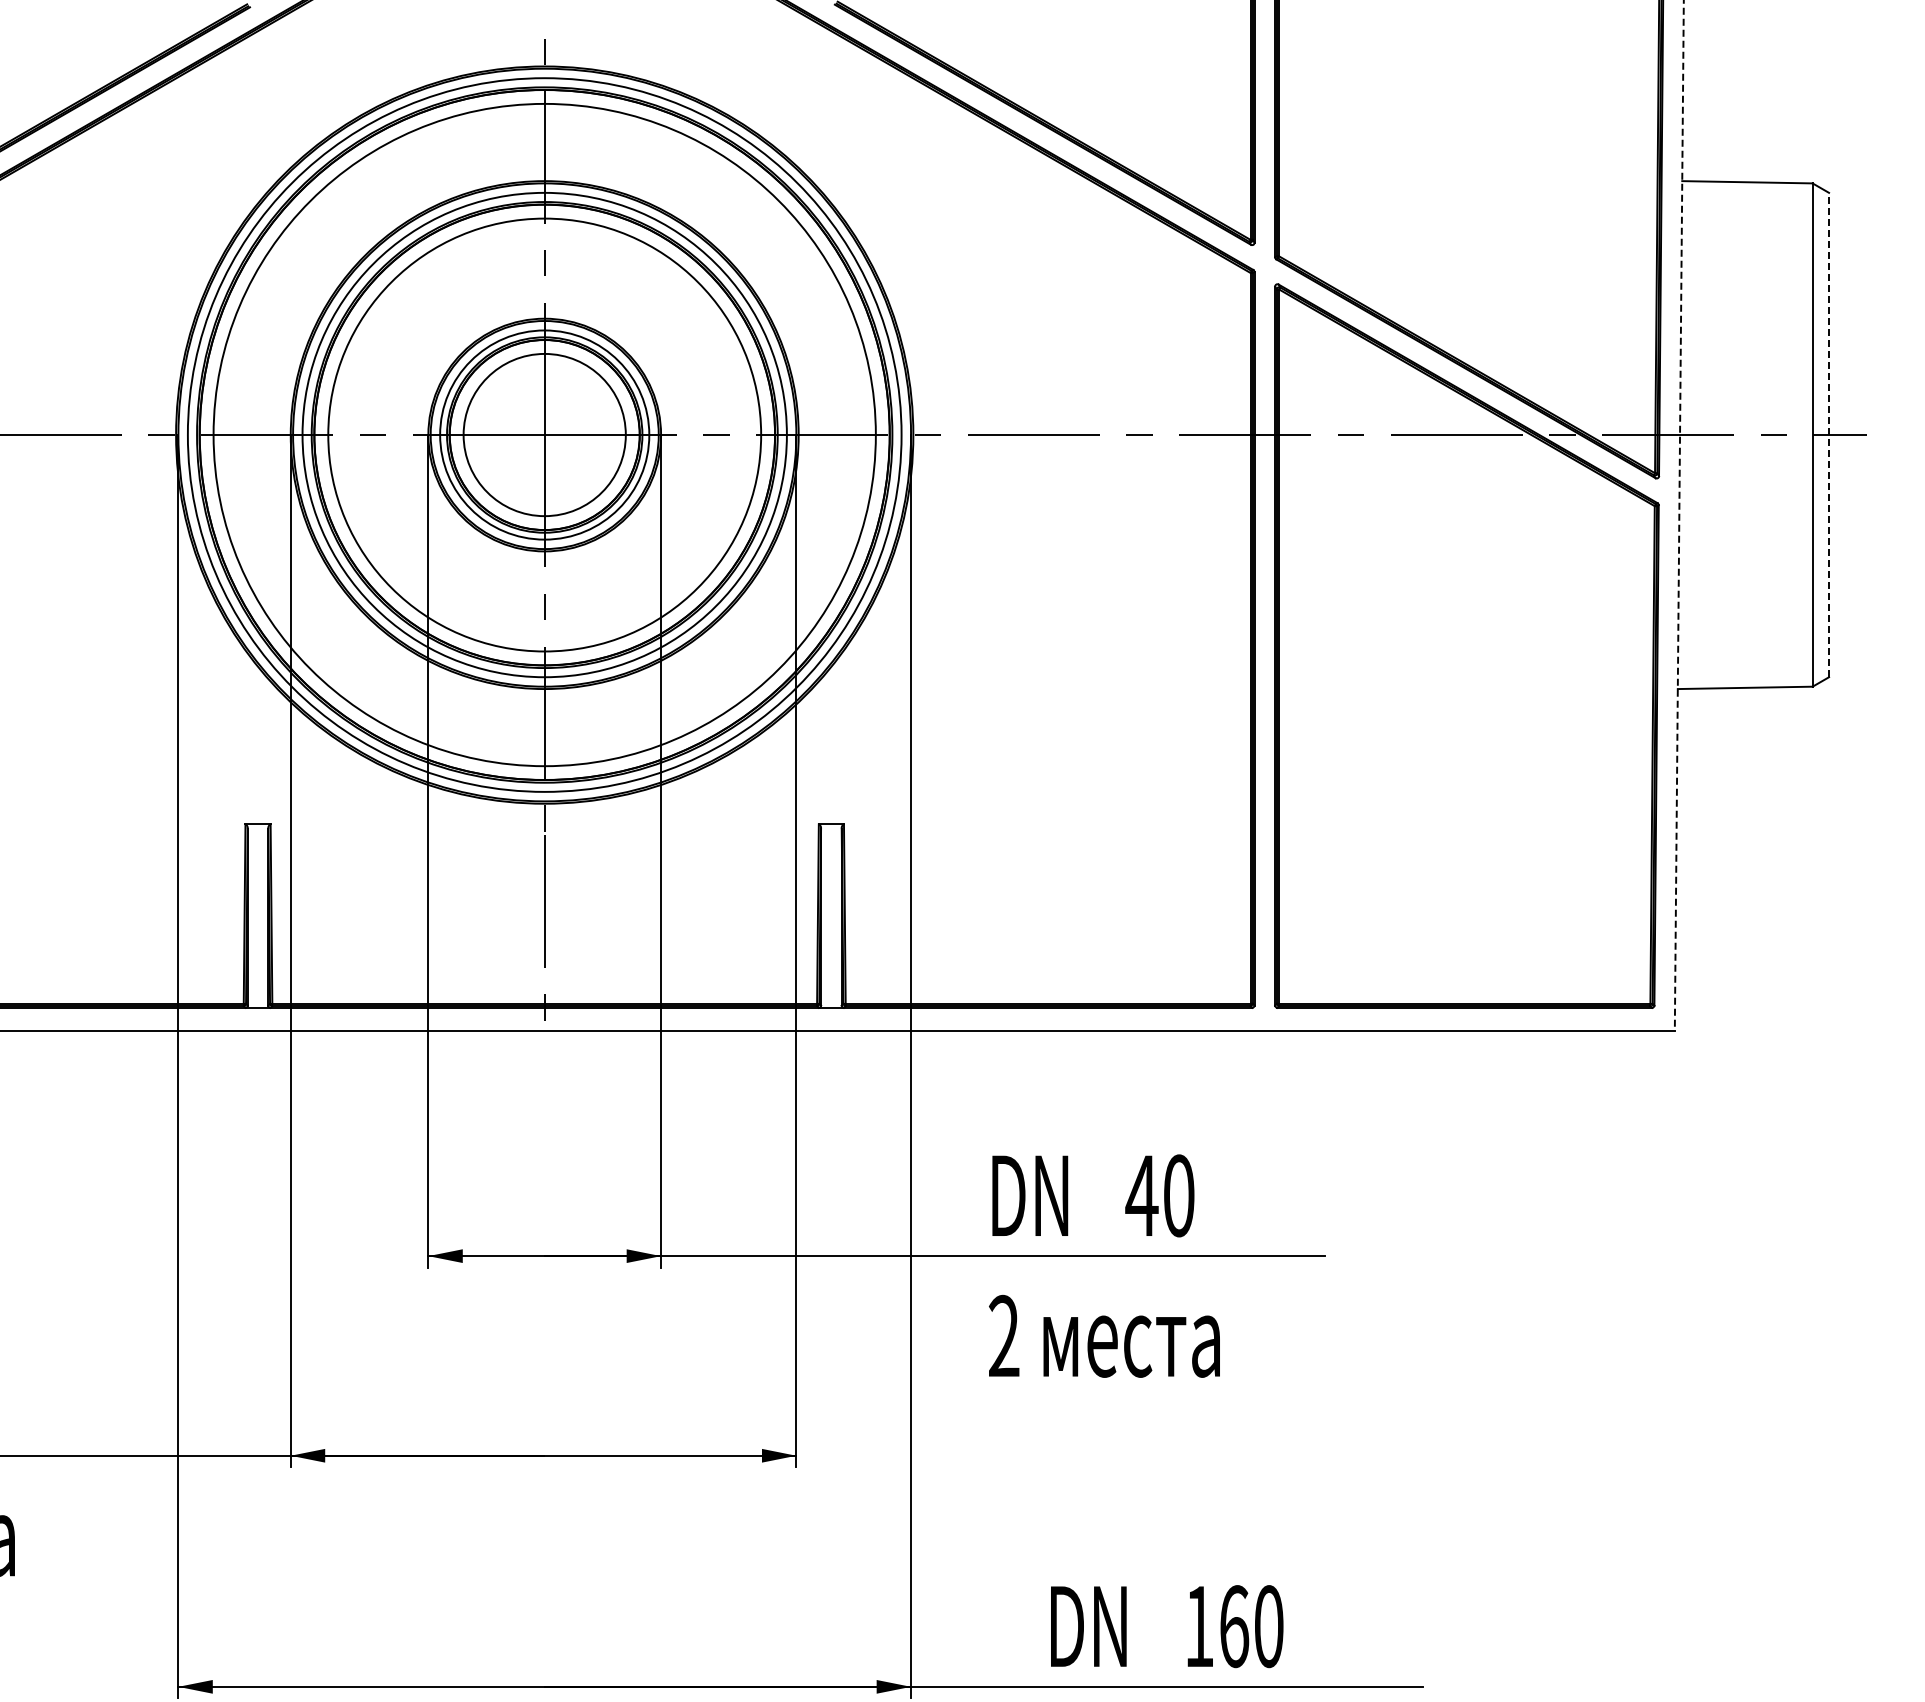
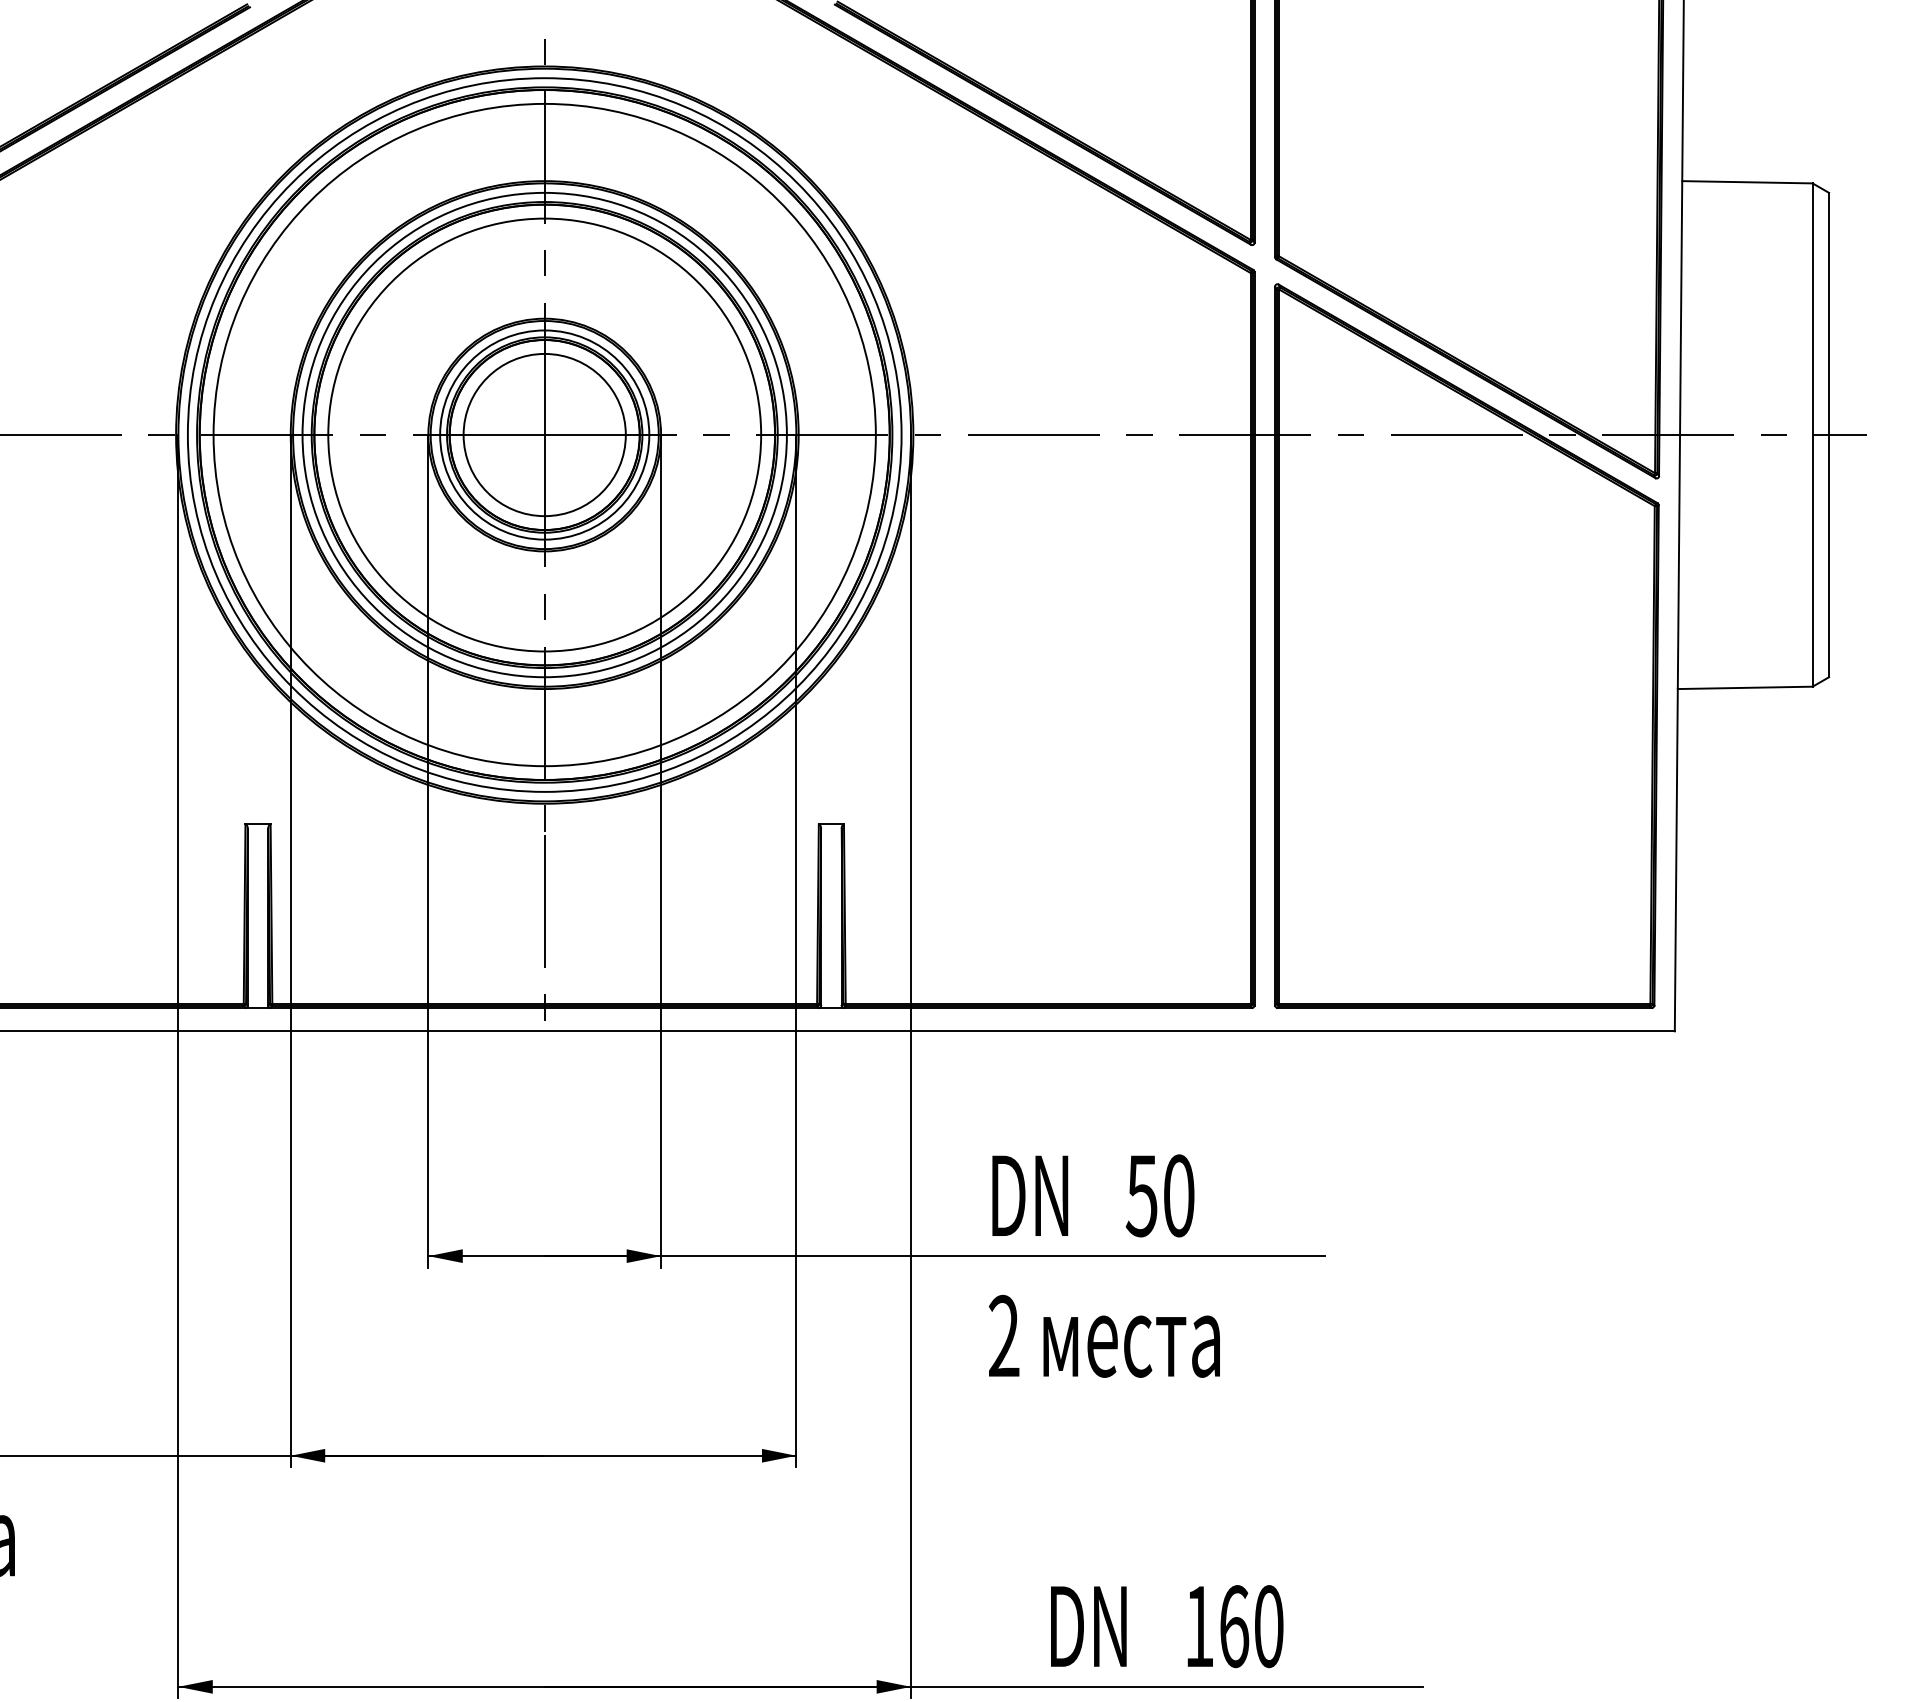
line at (1829, 434): dashed -> solid
line at (1679, 516): dashed -> solid
text at (1141, 1196): 40 -> 50
